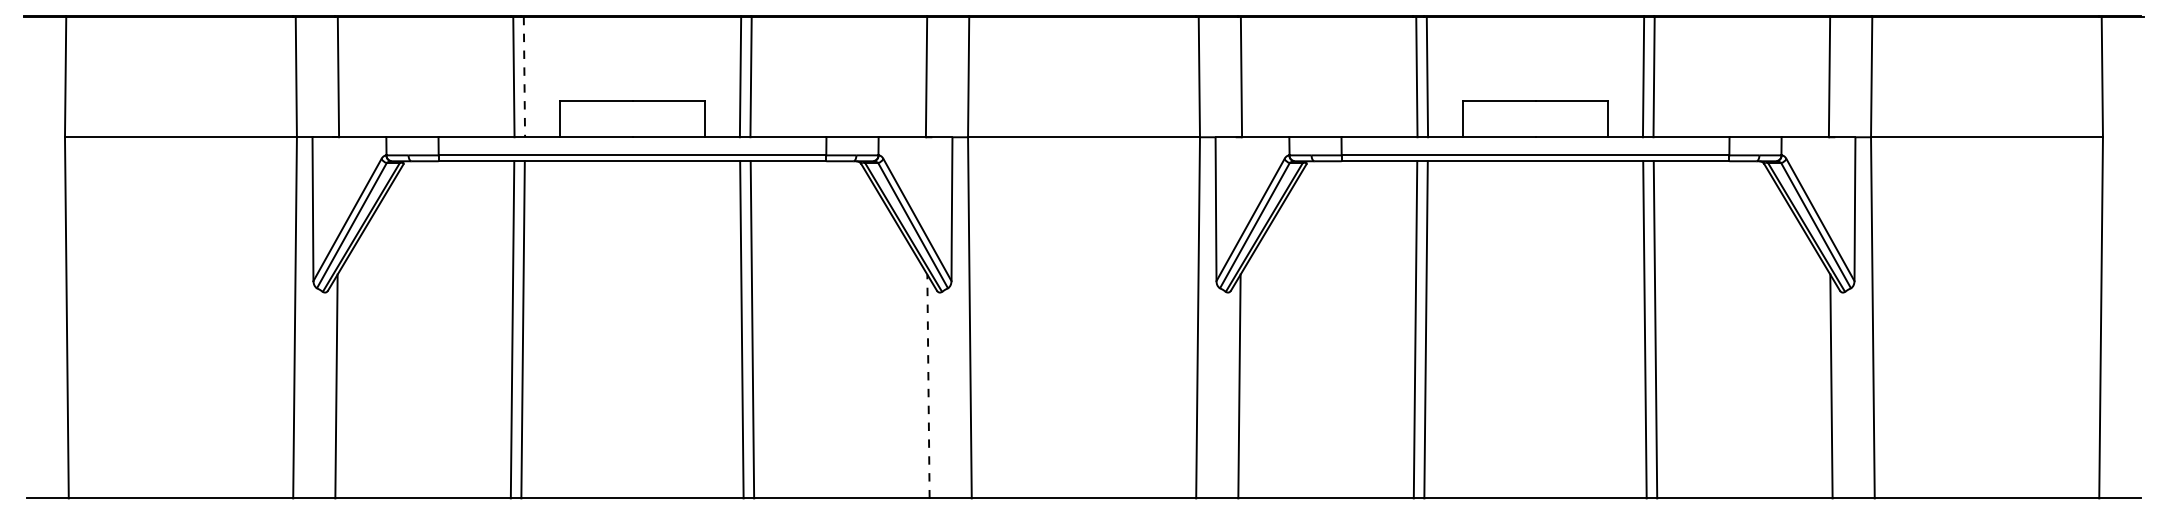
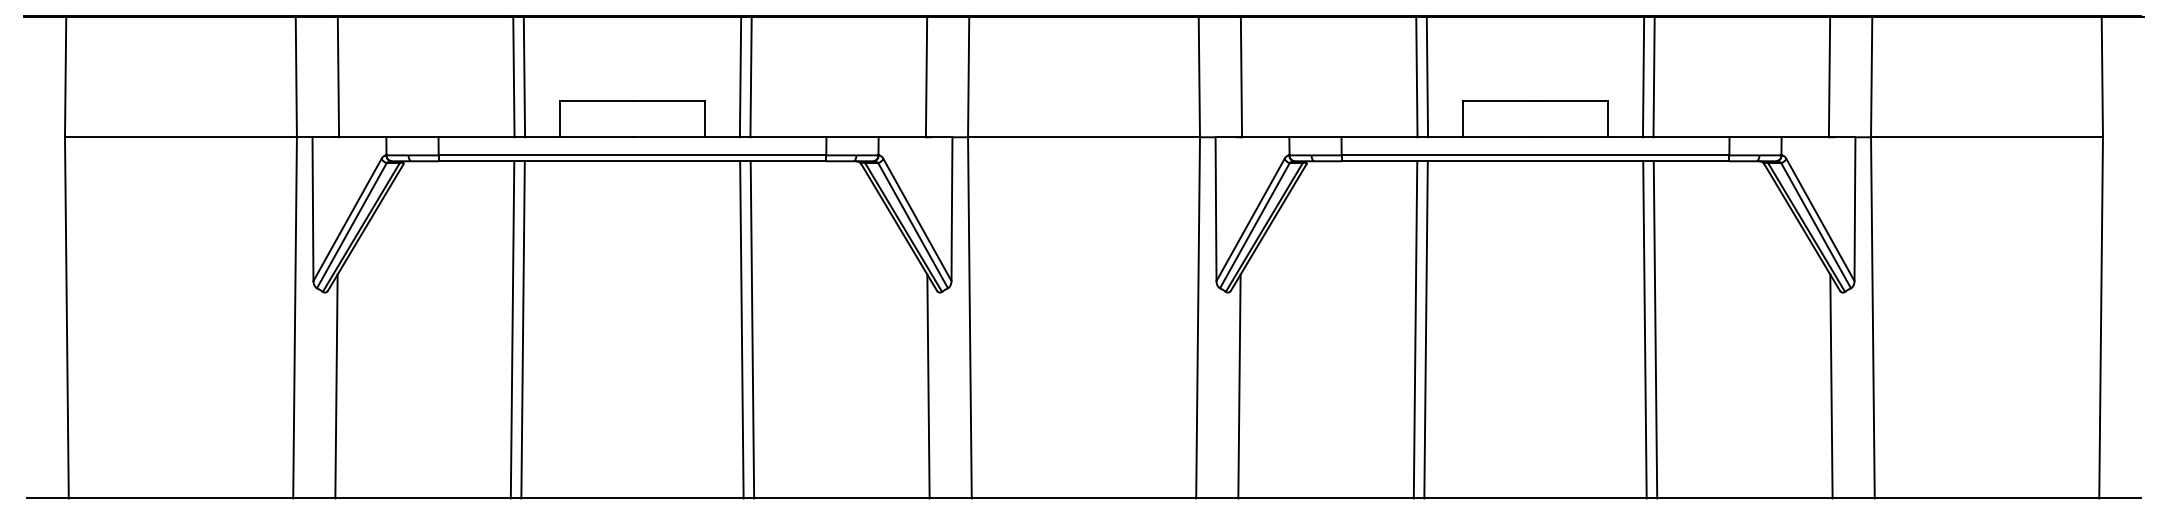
line at (524, 77): dashed -> solid
line at (928, 386): dashed -> solid
